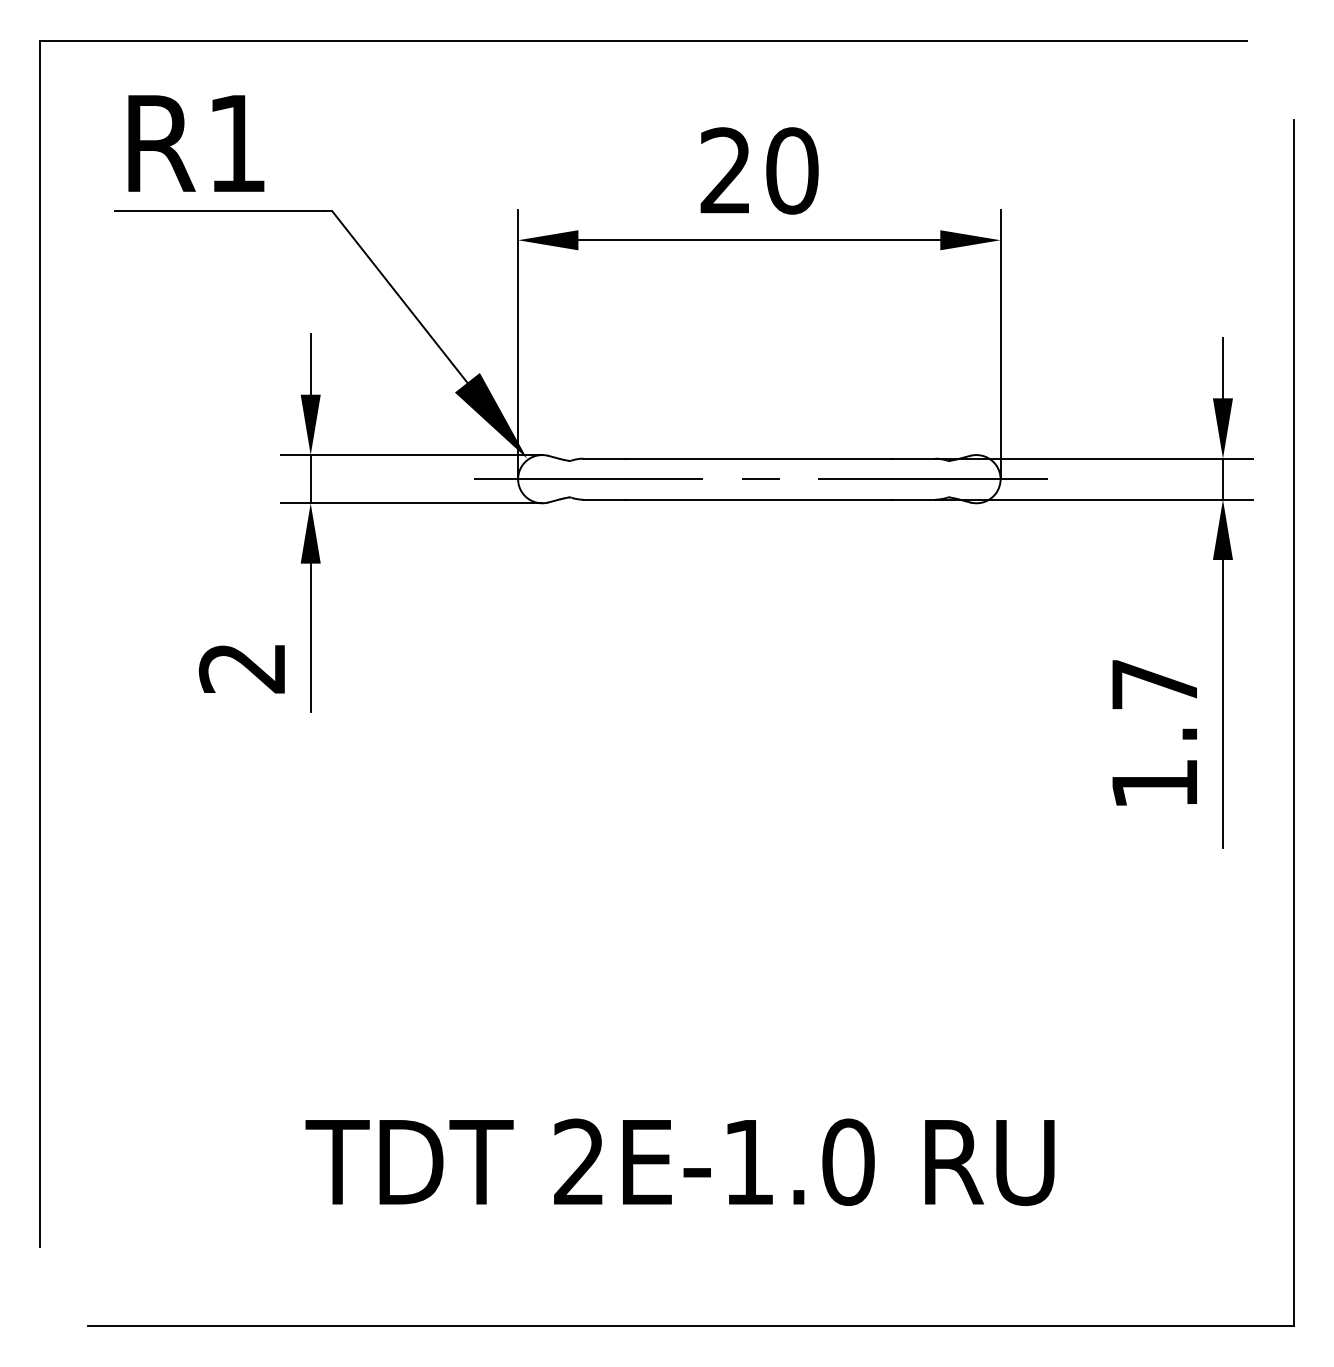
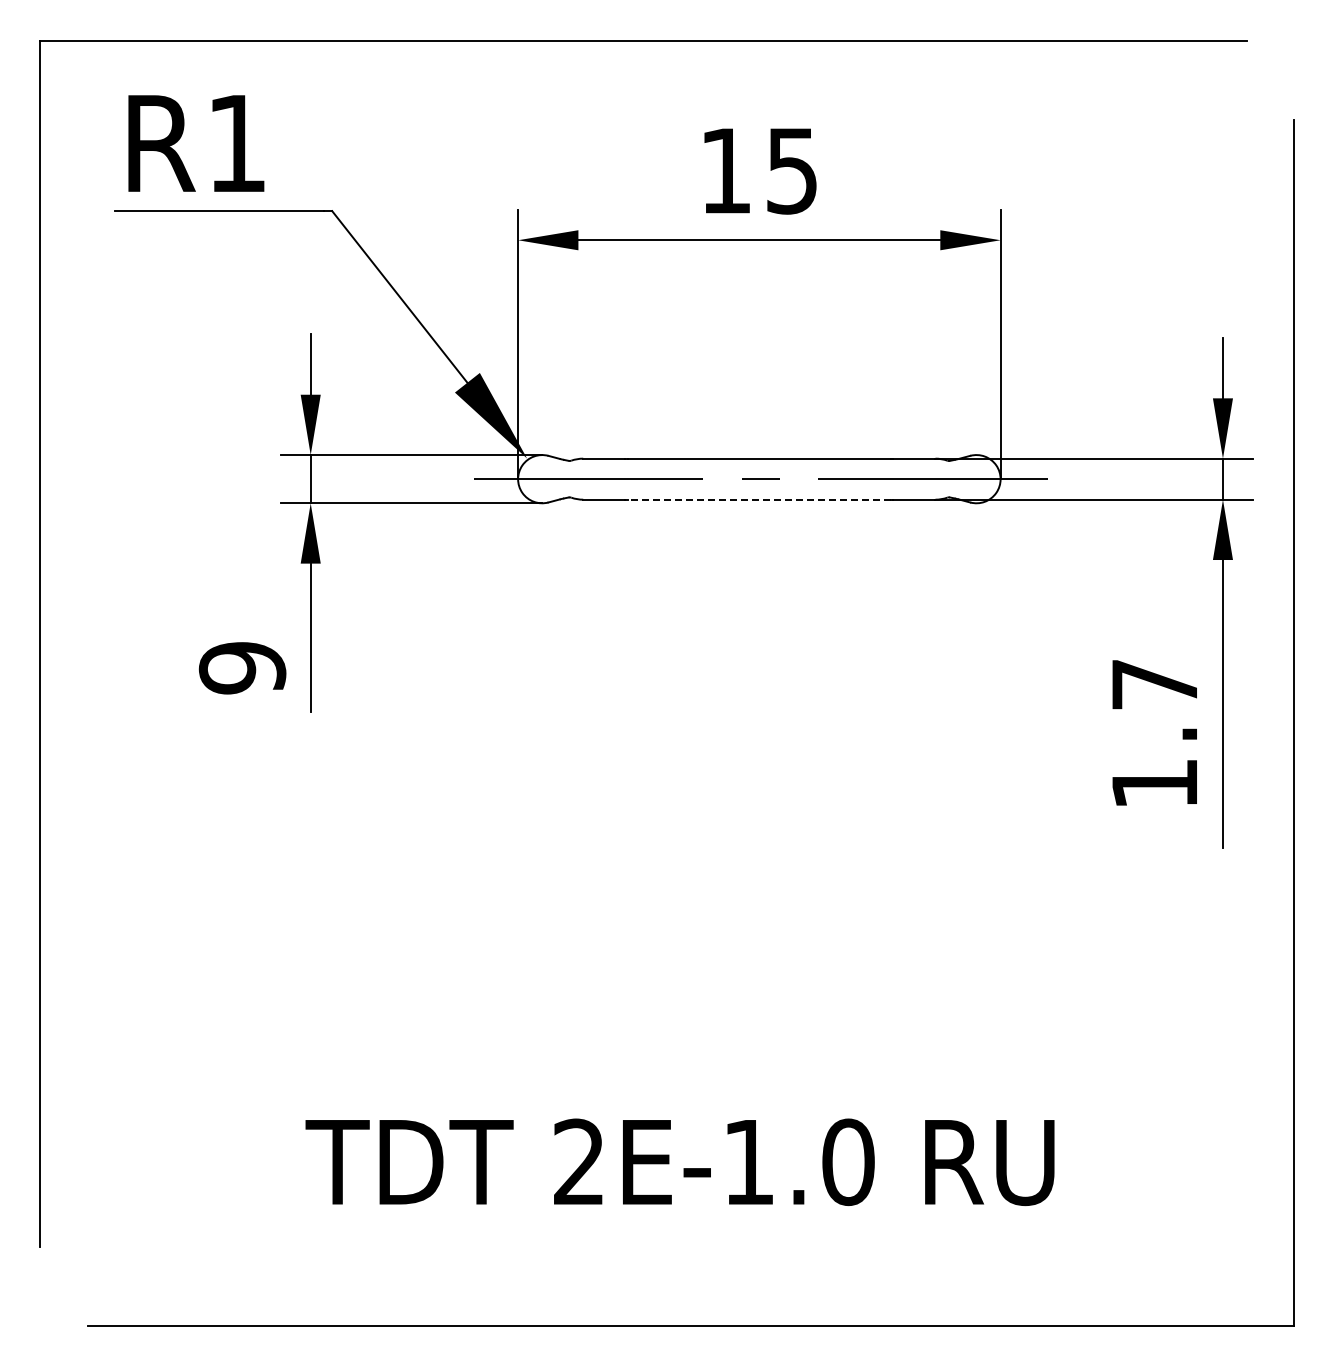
text at (759, 170): 20 -> 15
line at (758, 499): solid -> dashed
text at (242, 668): 2 -> 9
